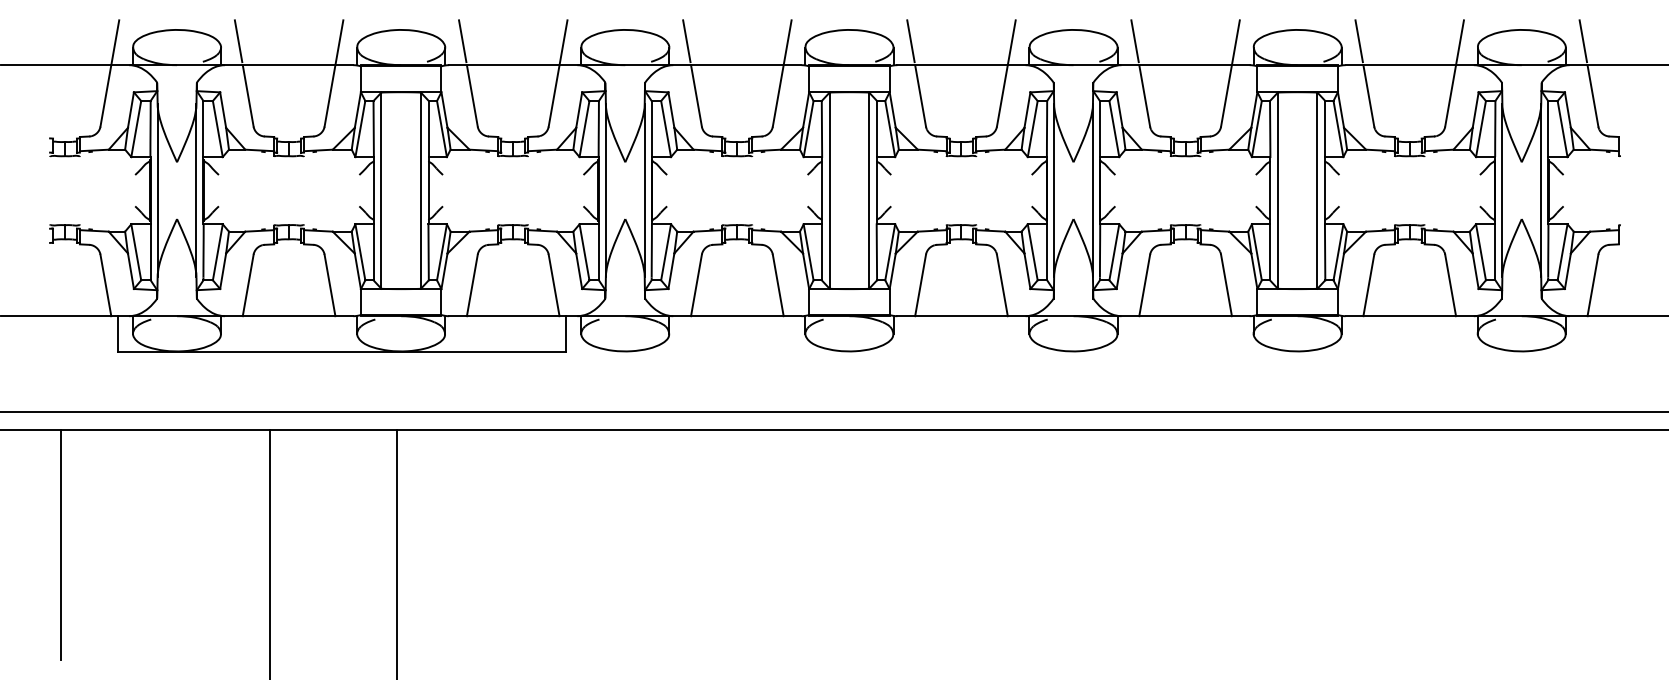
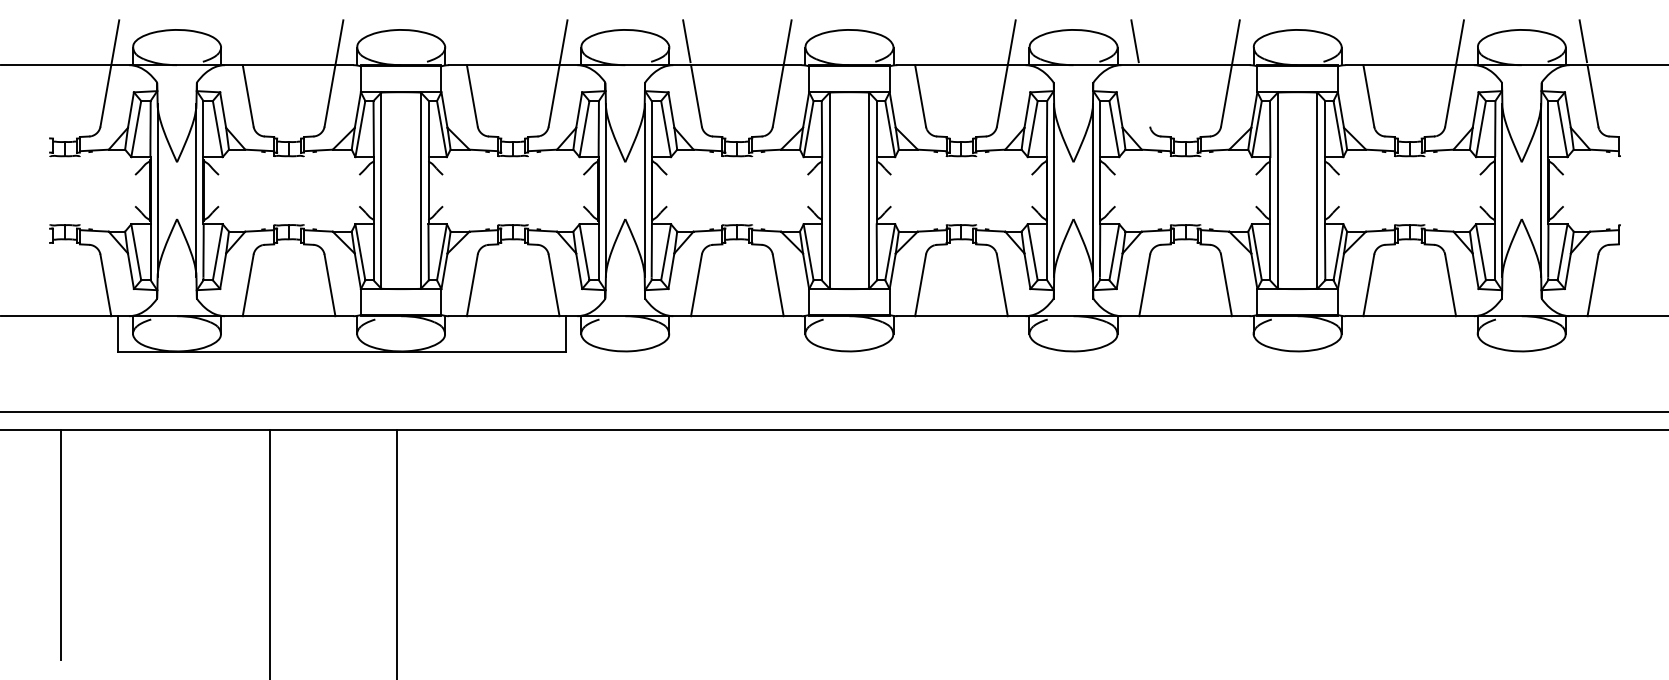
line at (238, 41): present -> none
line at (462, 41): present -> none
line at (910, 41): present -> none
line at (1358, 41): present -> none
line at (1144, 95): present -> none
